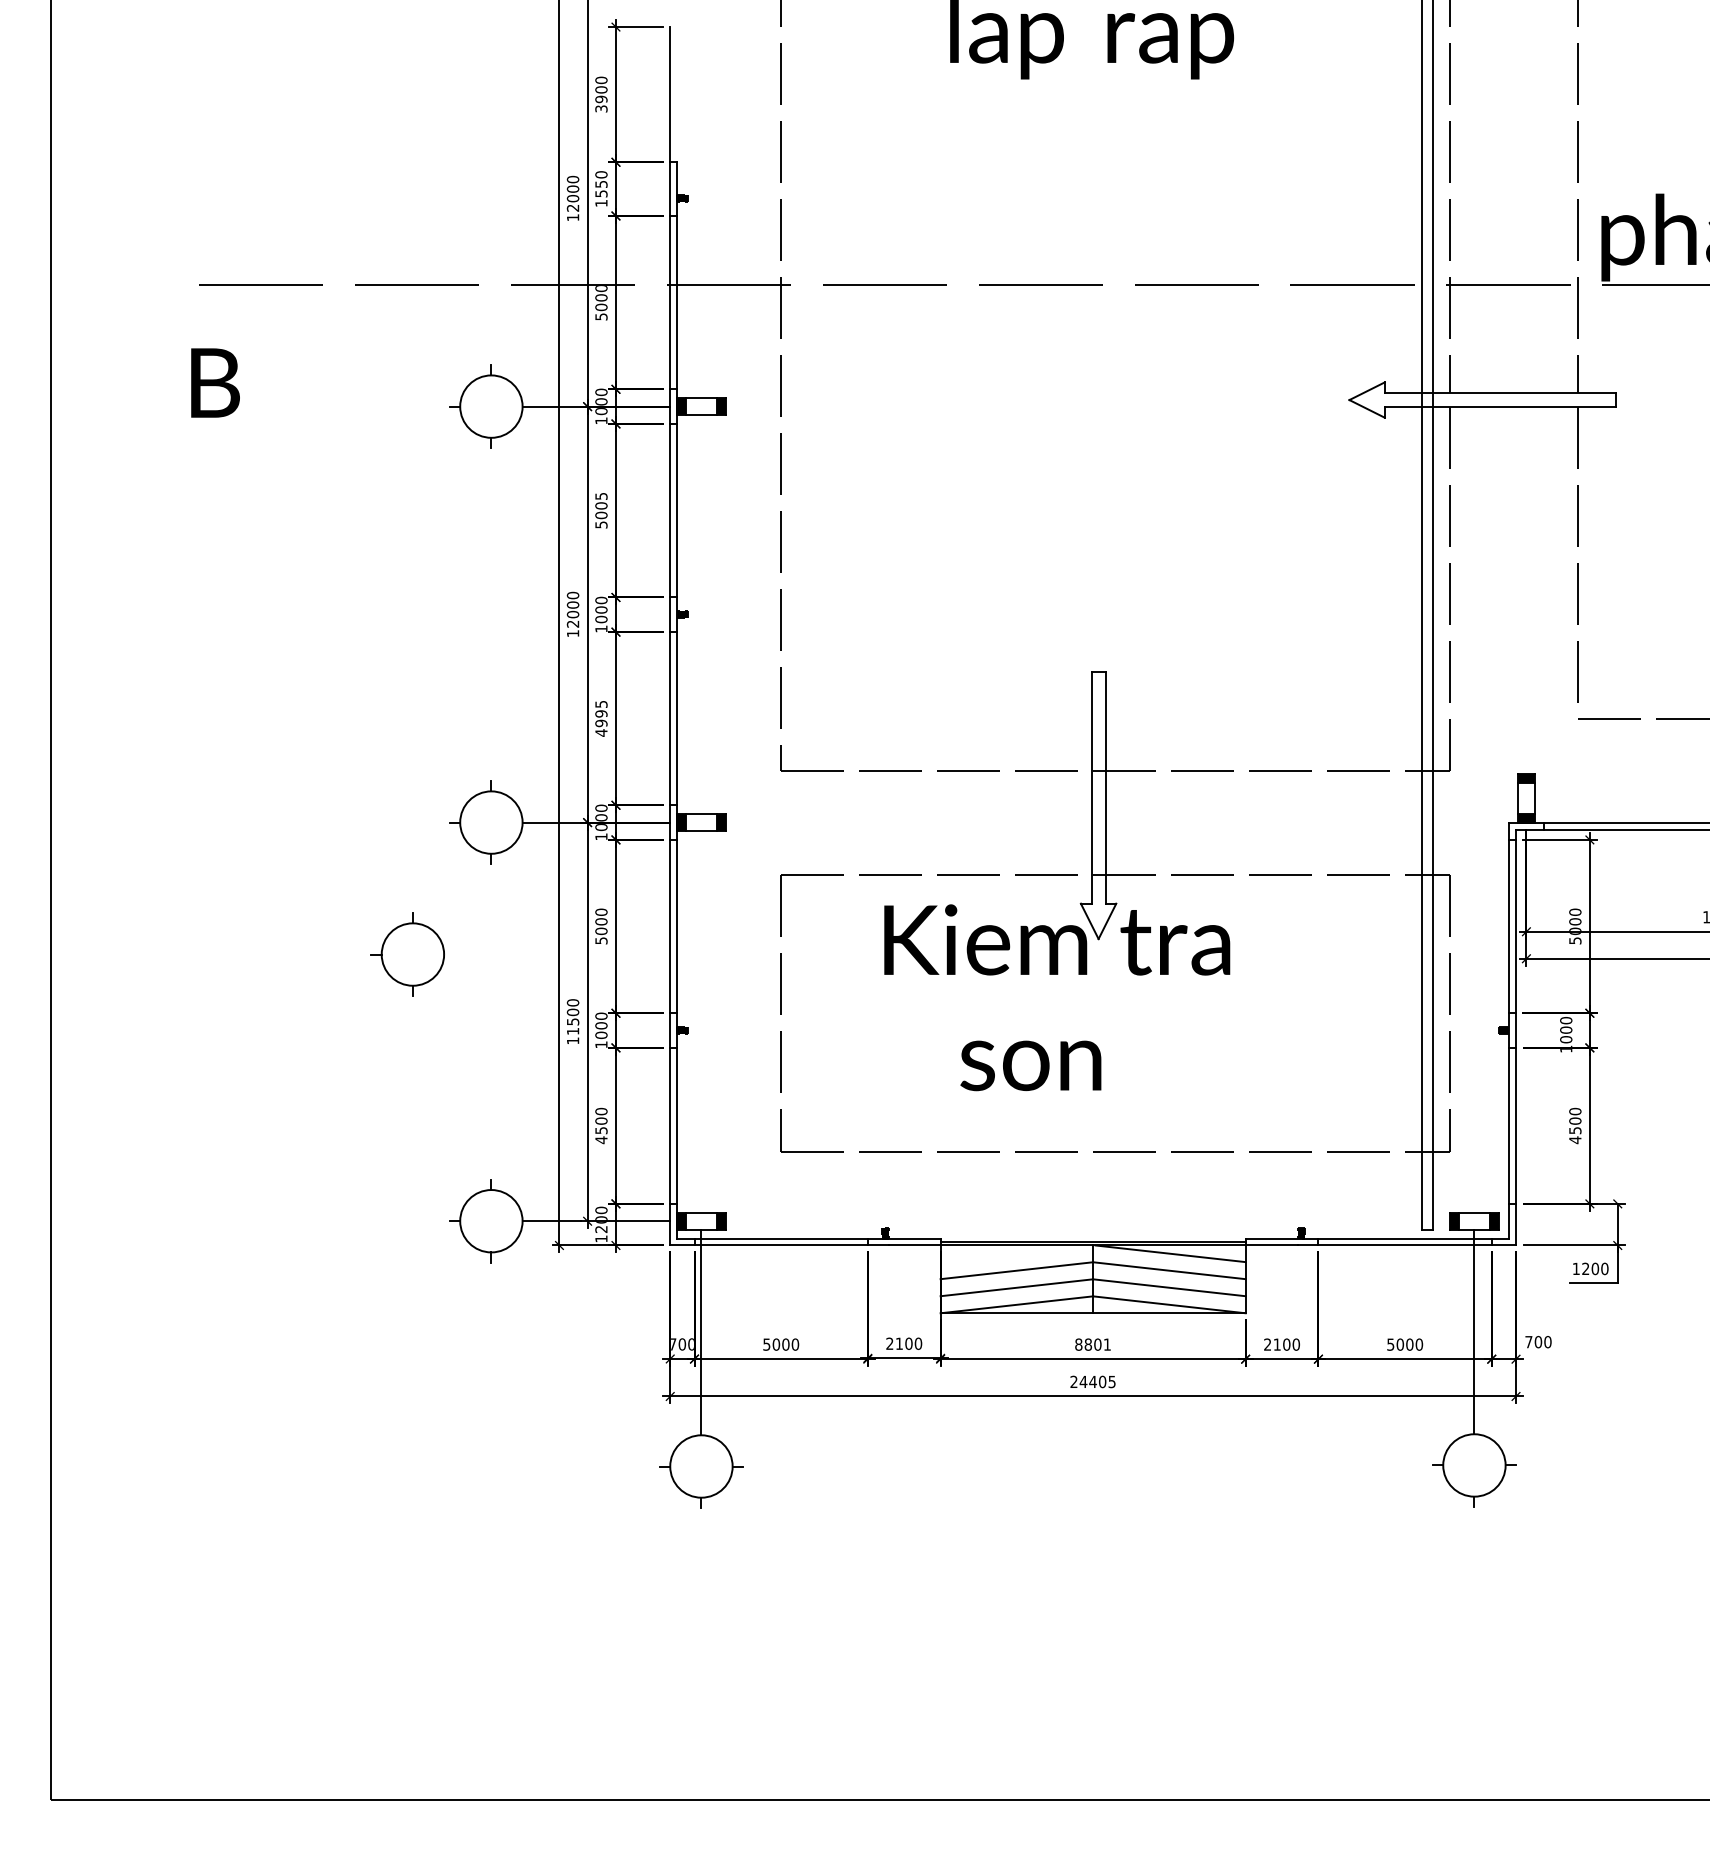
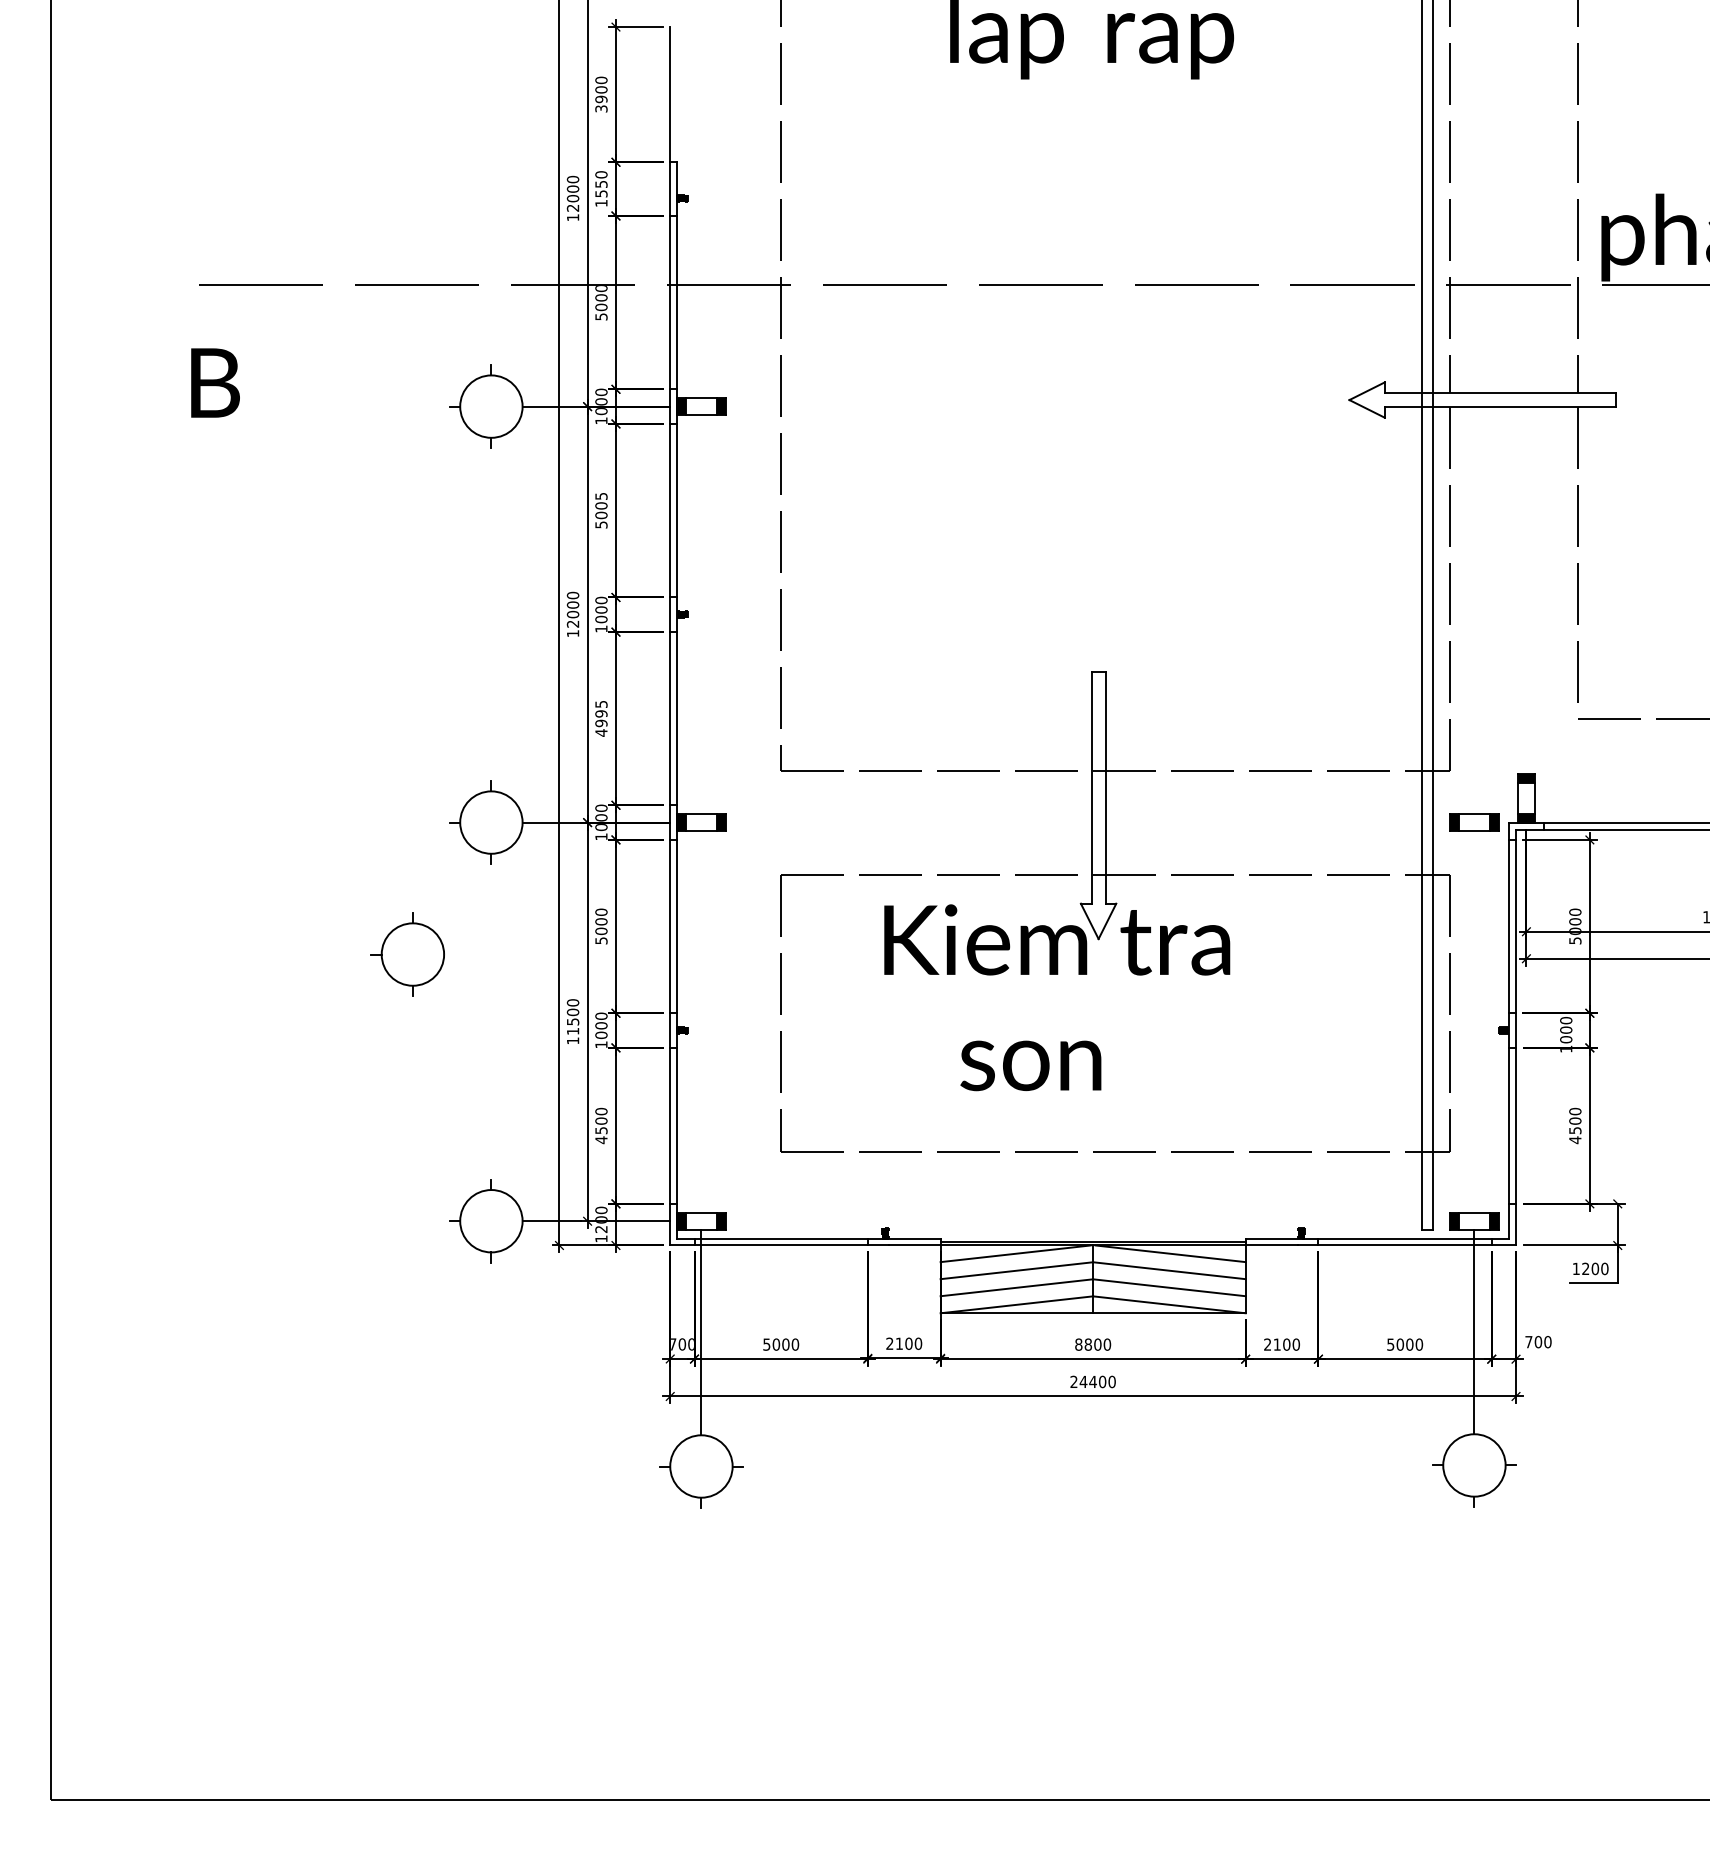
part at (1474, 822): none -> present
line at (1015, 1253): none -> present
text at (1107, 1344): 8801 -> 8800
text at (1111, 1381): 24405 -> 24400
